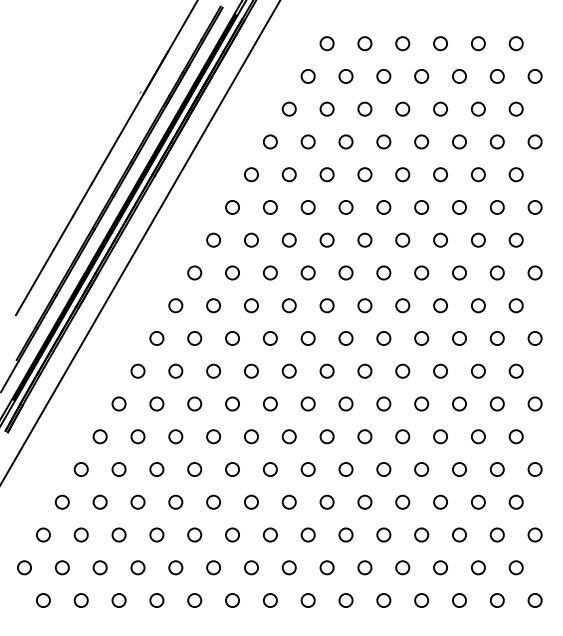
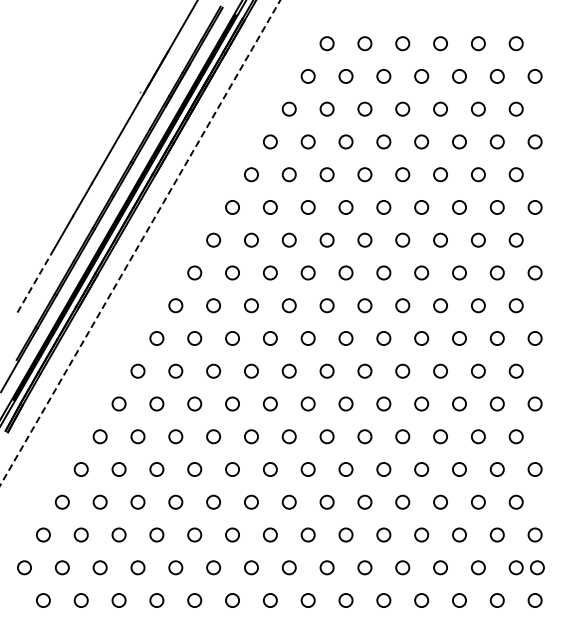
line at (140, 242): solid -> dashed
line at (34, 282): solid -> dashed
circle at (537, 567): none -> present
